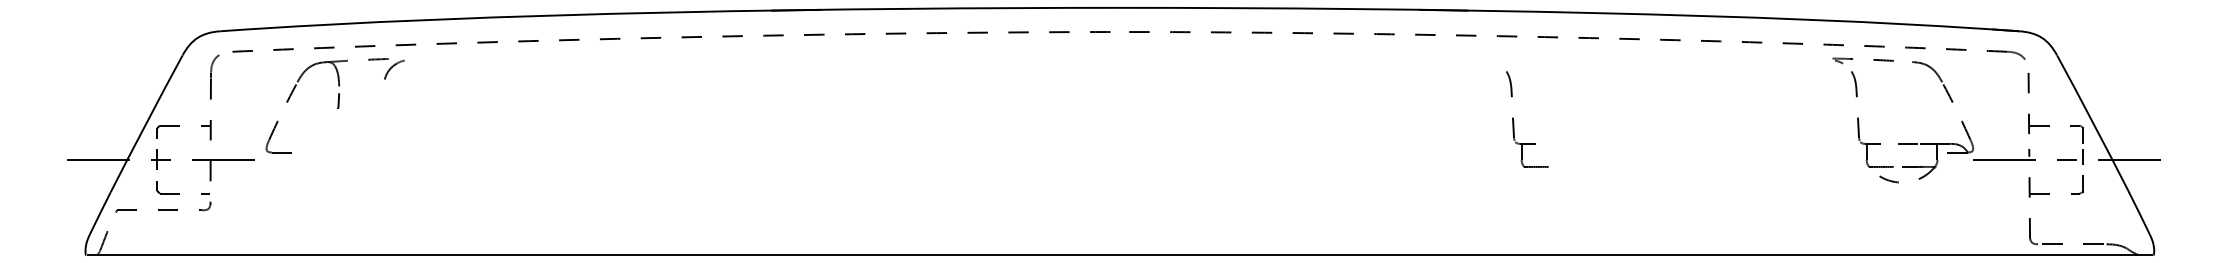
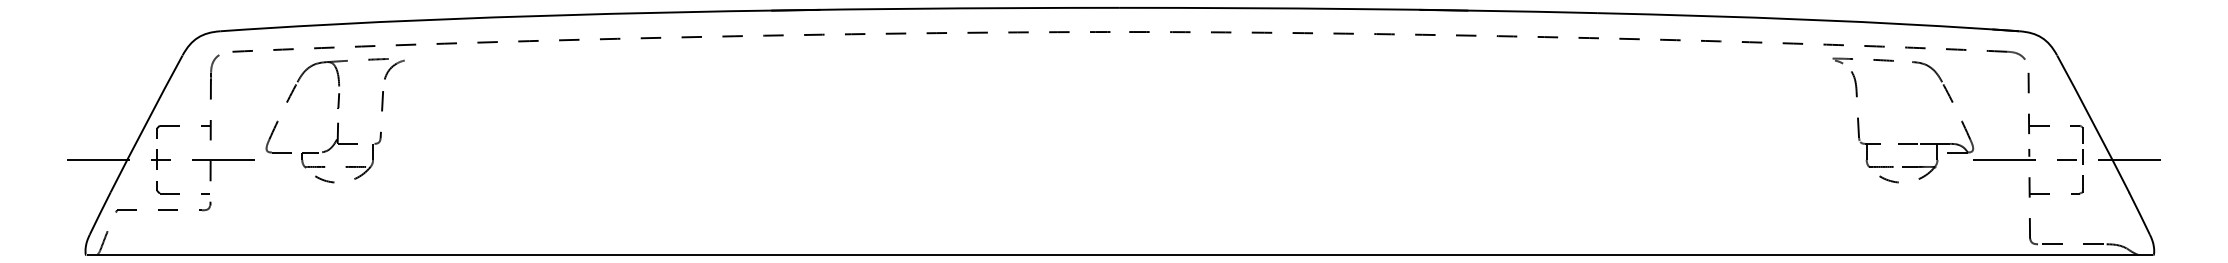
part at (1514, 121): present -> none
part at (342, 137): none -> present
